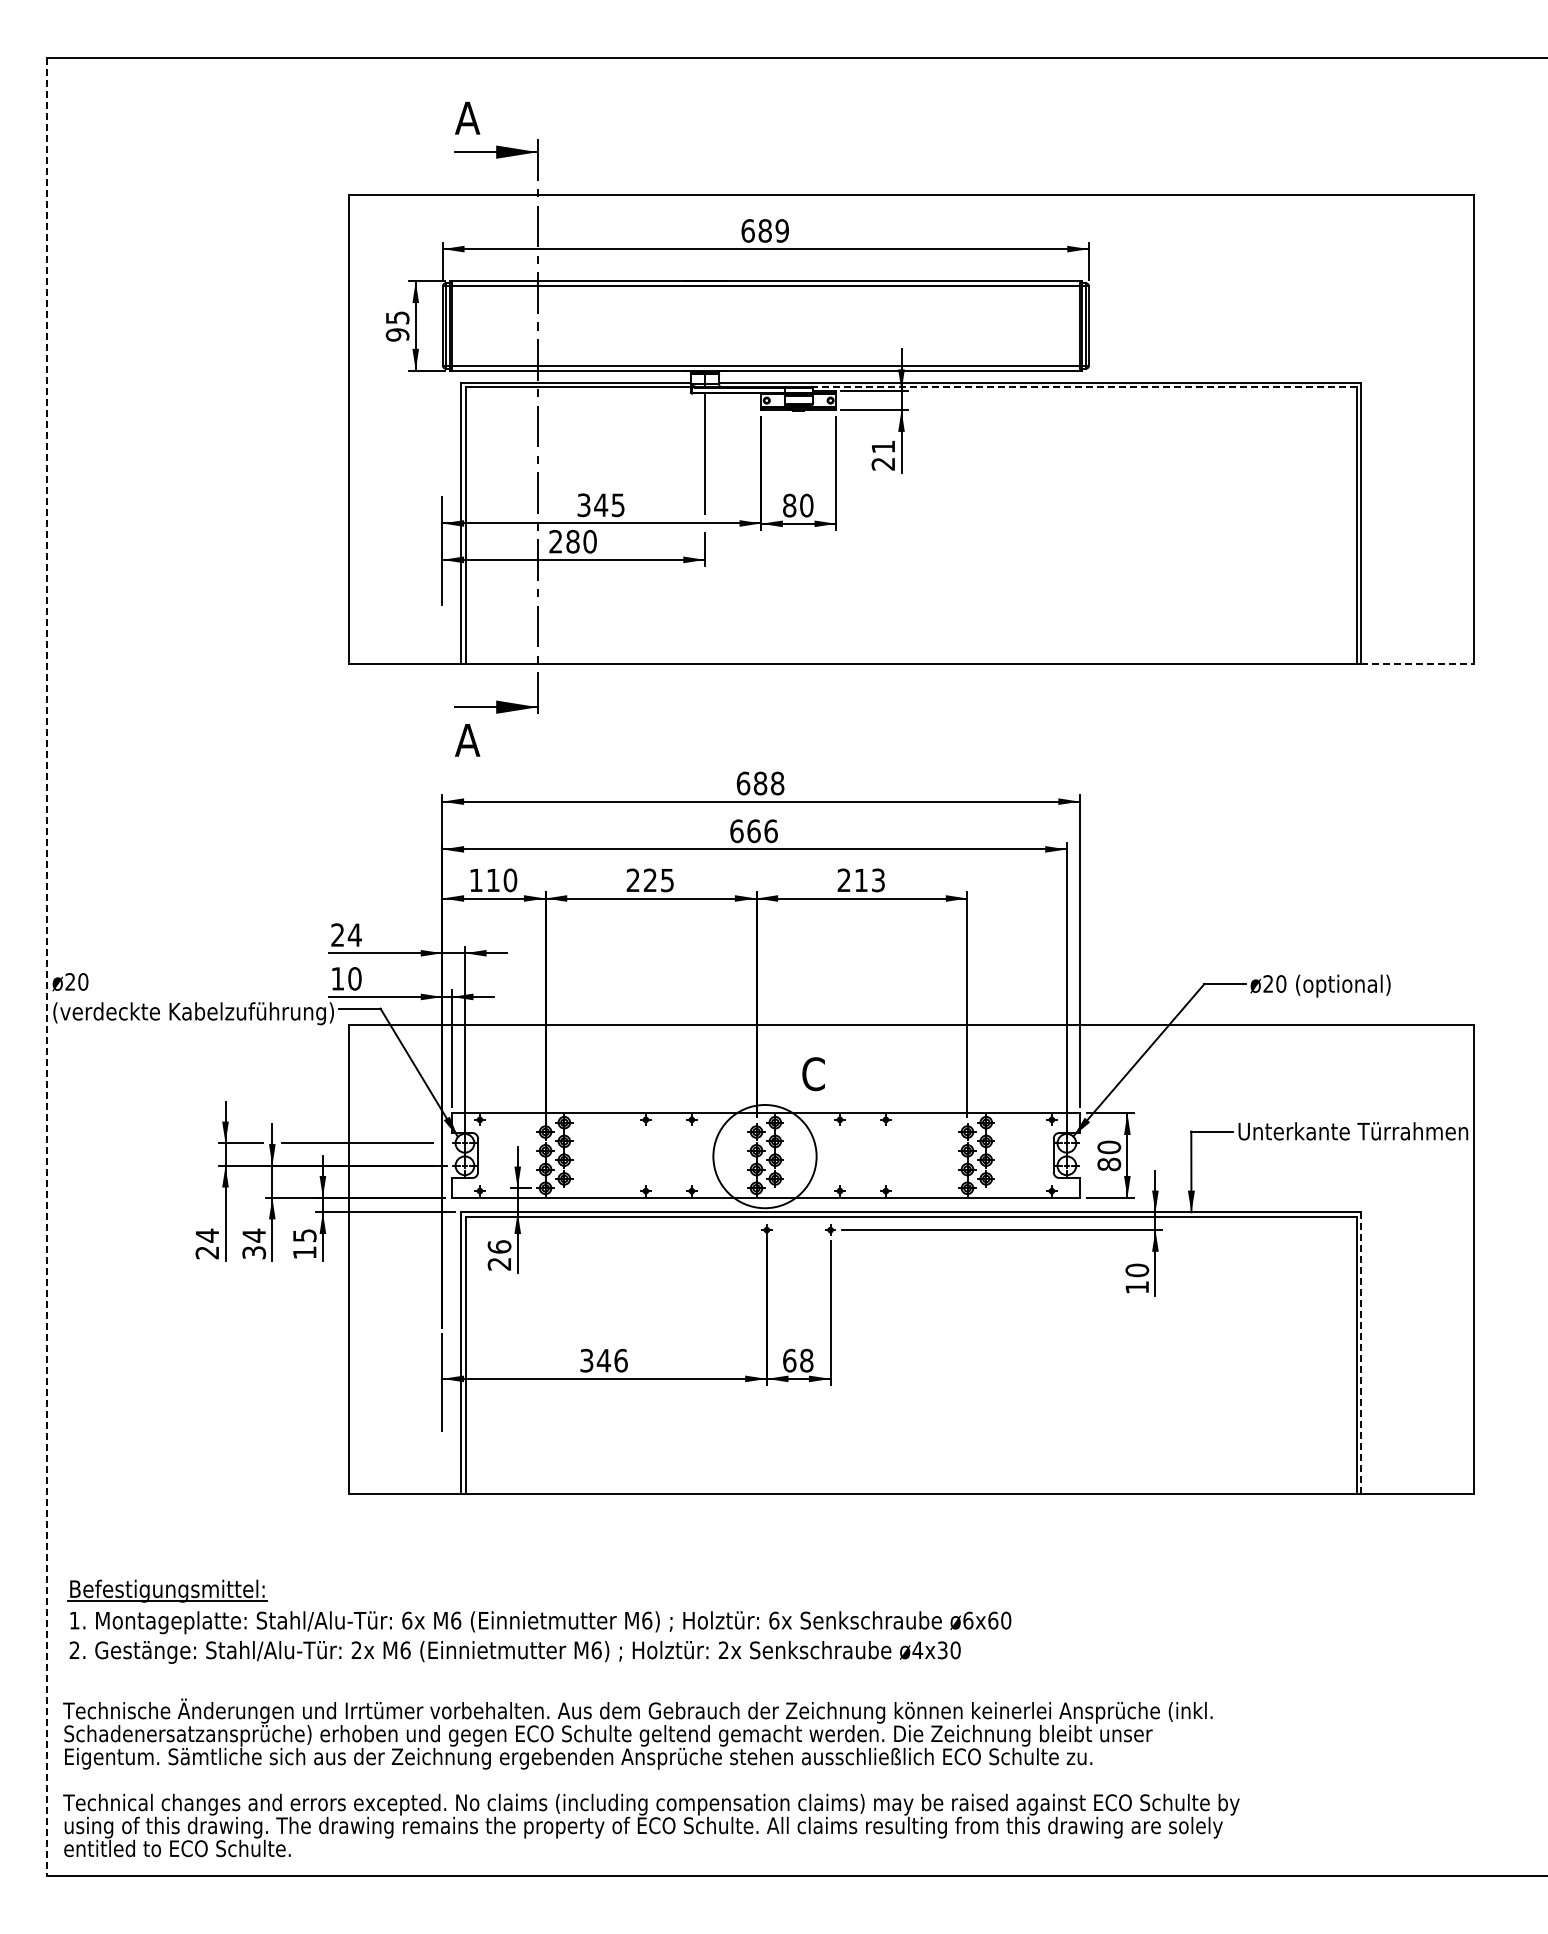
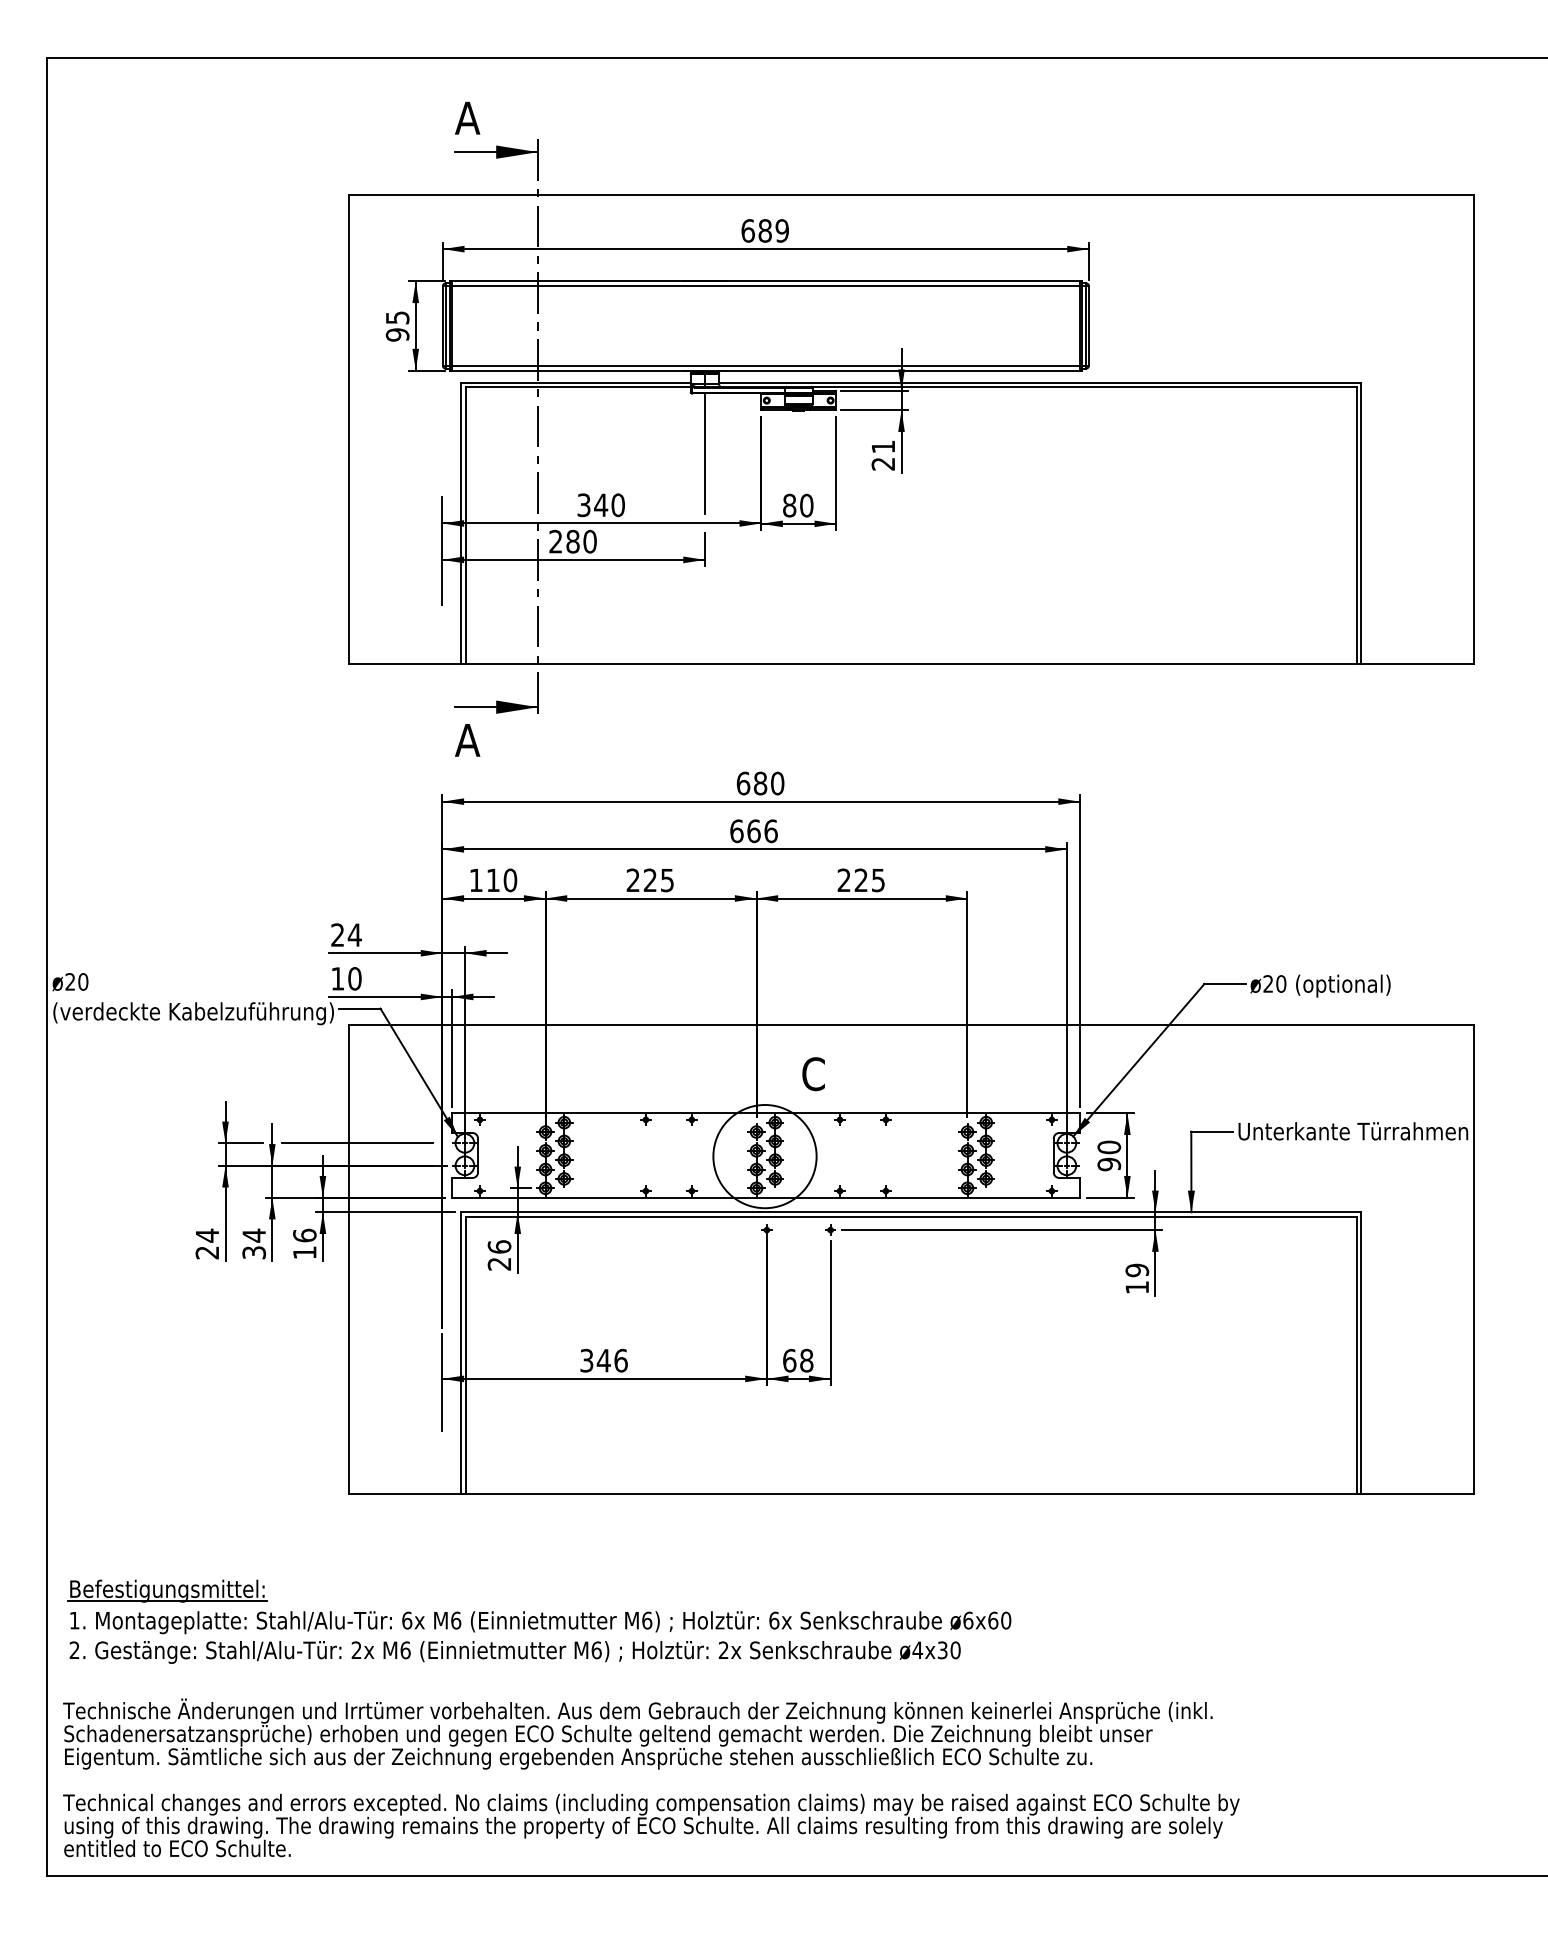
line at (1084, 387): dashed -> solid
text at (617, 505): 345 -> 340
line at (1418, 664): dashed -> solid
text at (777, 783): 688 -> 680
text at (869, 879): 213 -> 225
line at (46, 966): dashed -> solid
text at (1109, 1164): 80 -> 90
text at (304, 1235): 15 -> 16
text at (1137, 1270): 10 -> 19
line at (1361, 1352): dashed -> solid
